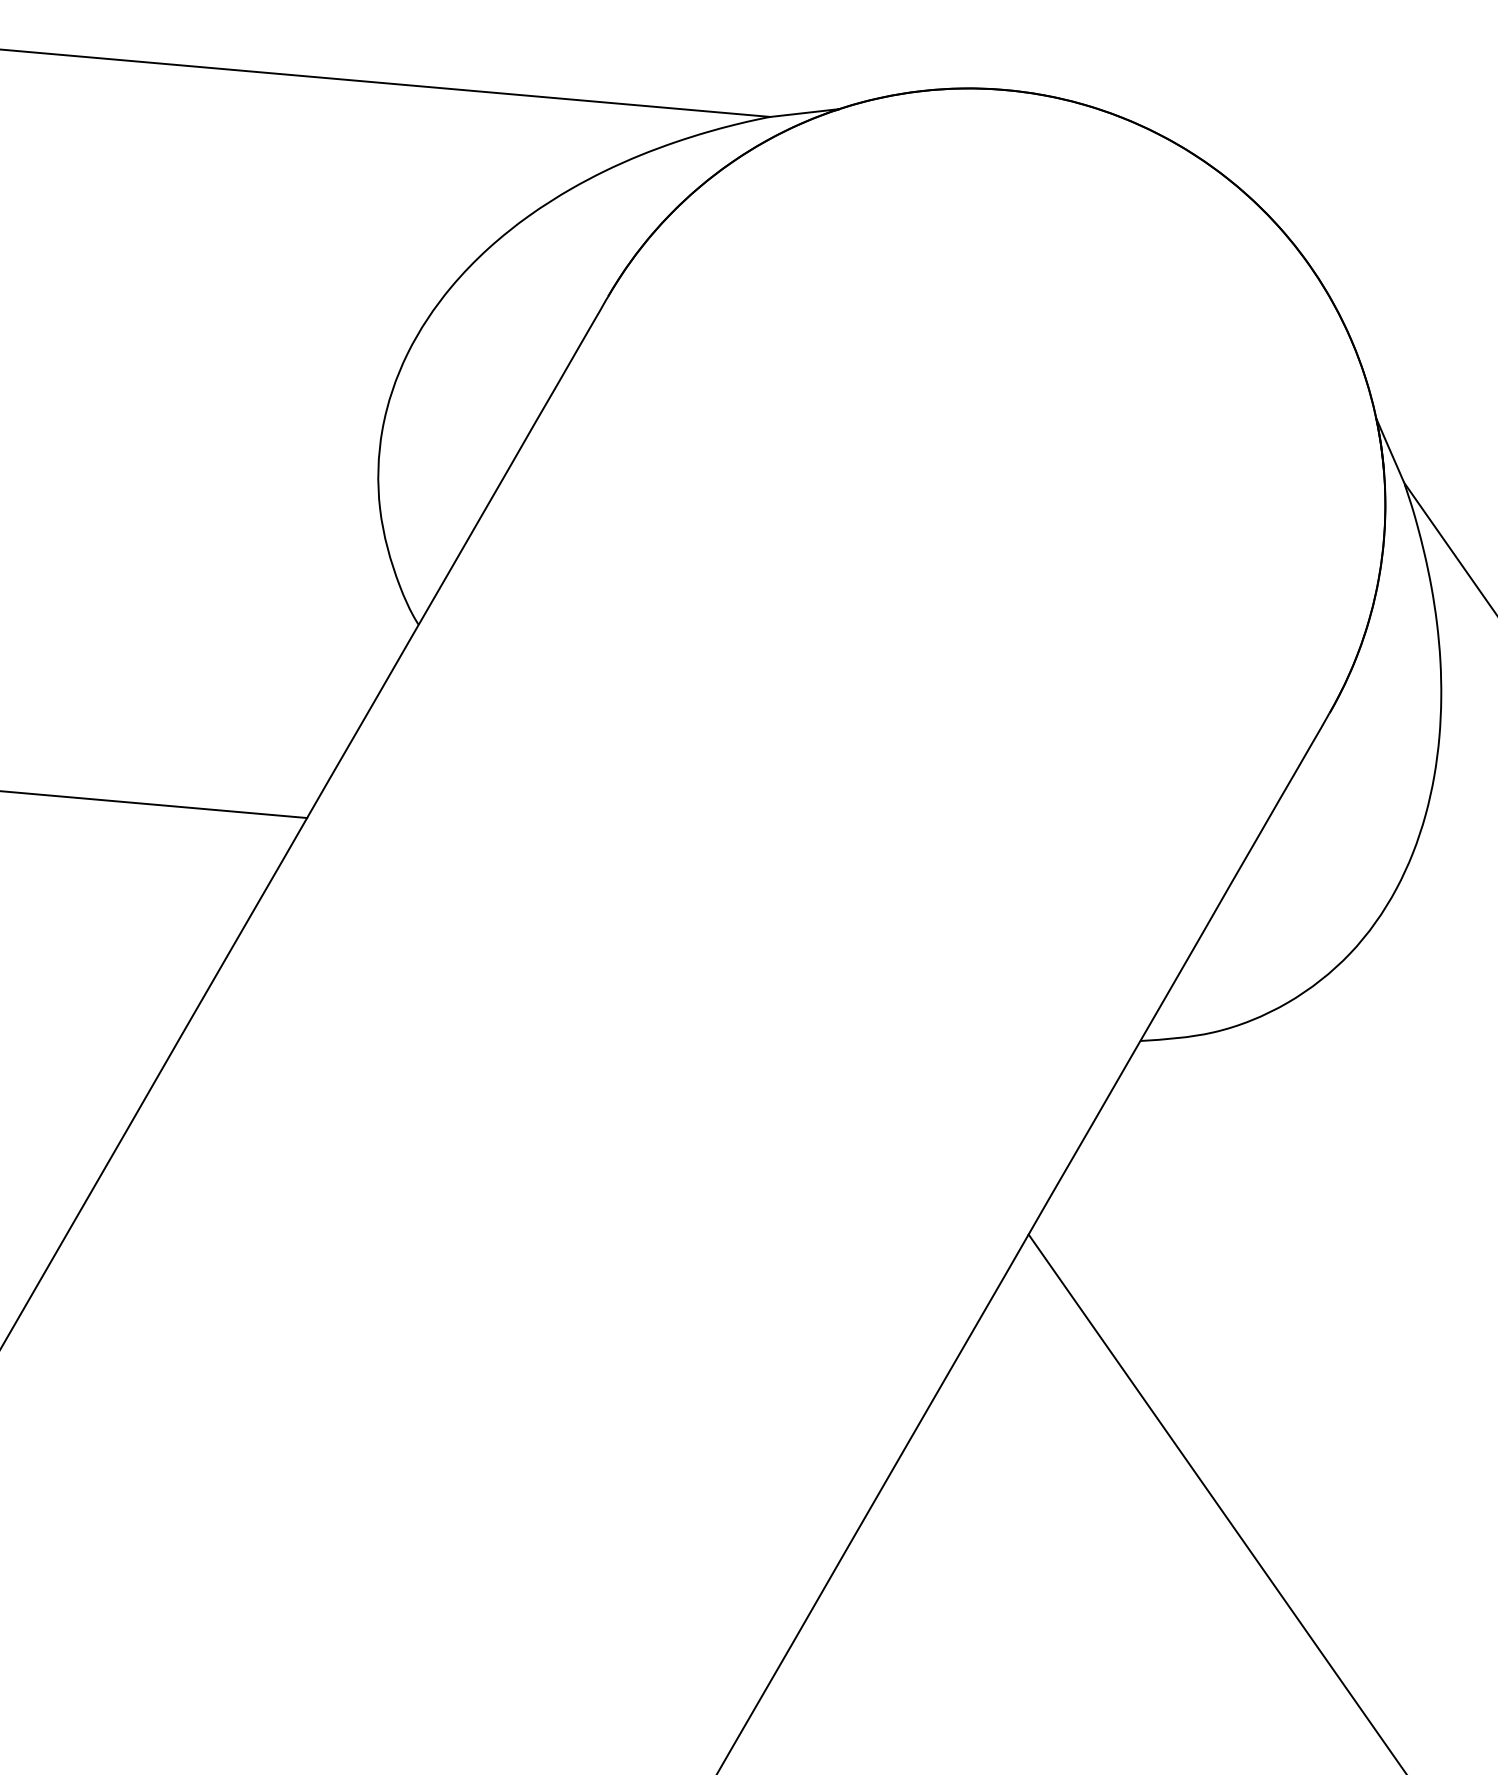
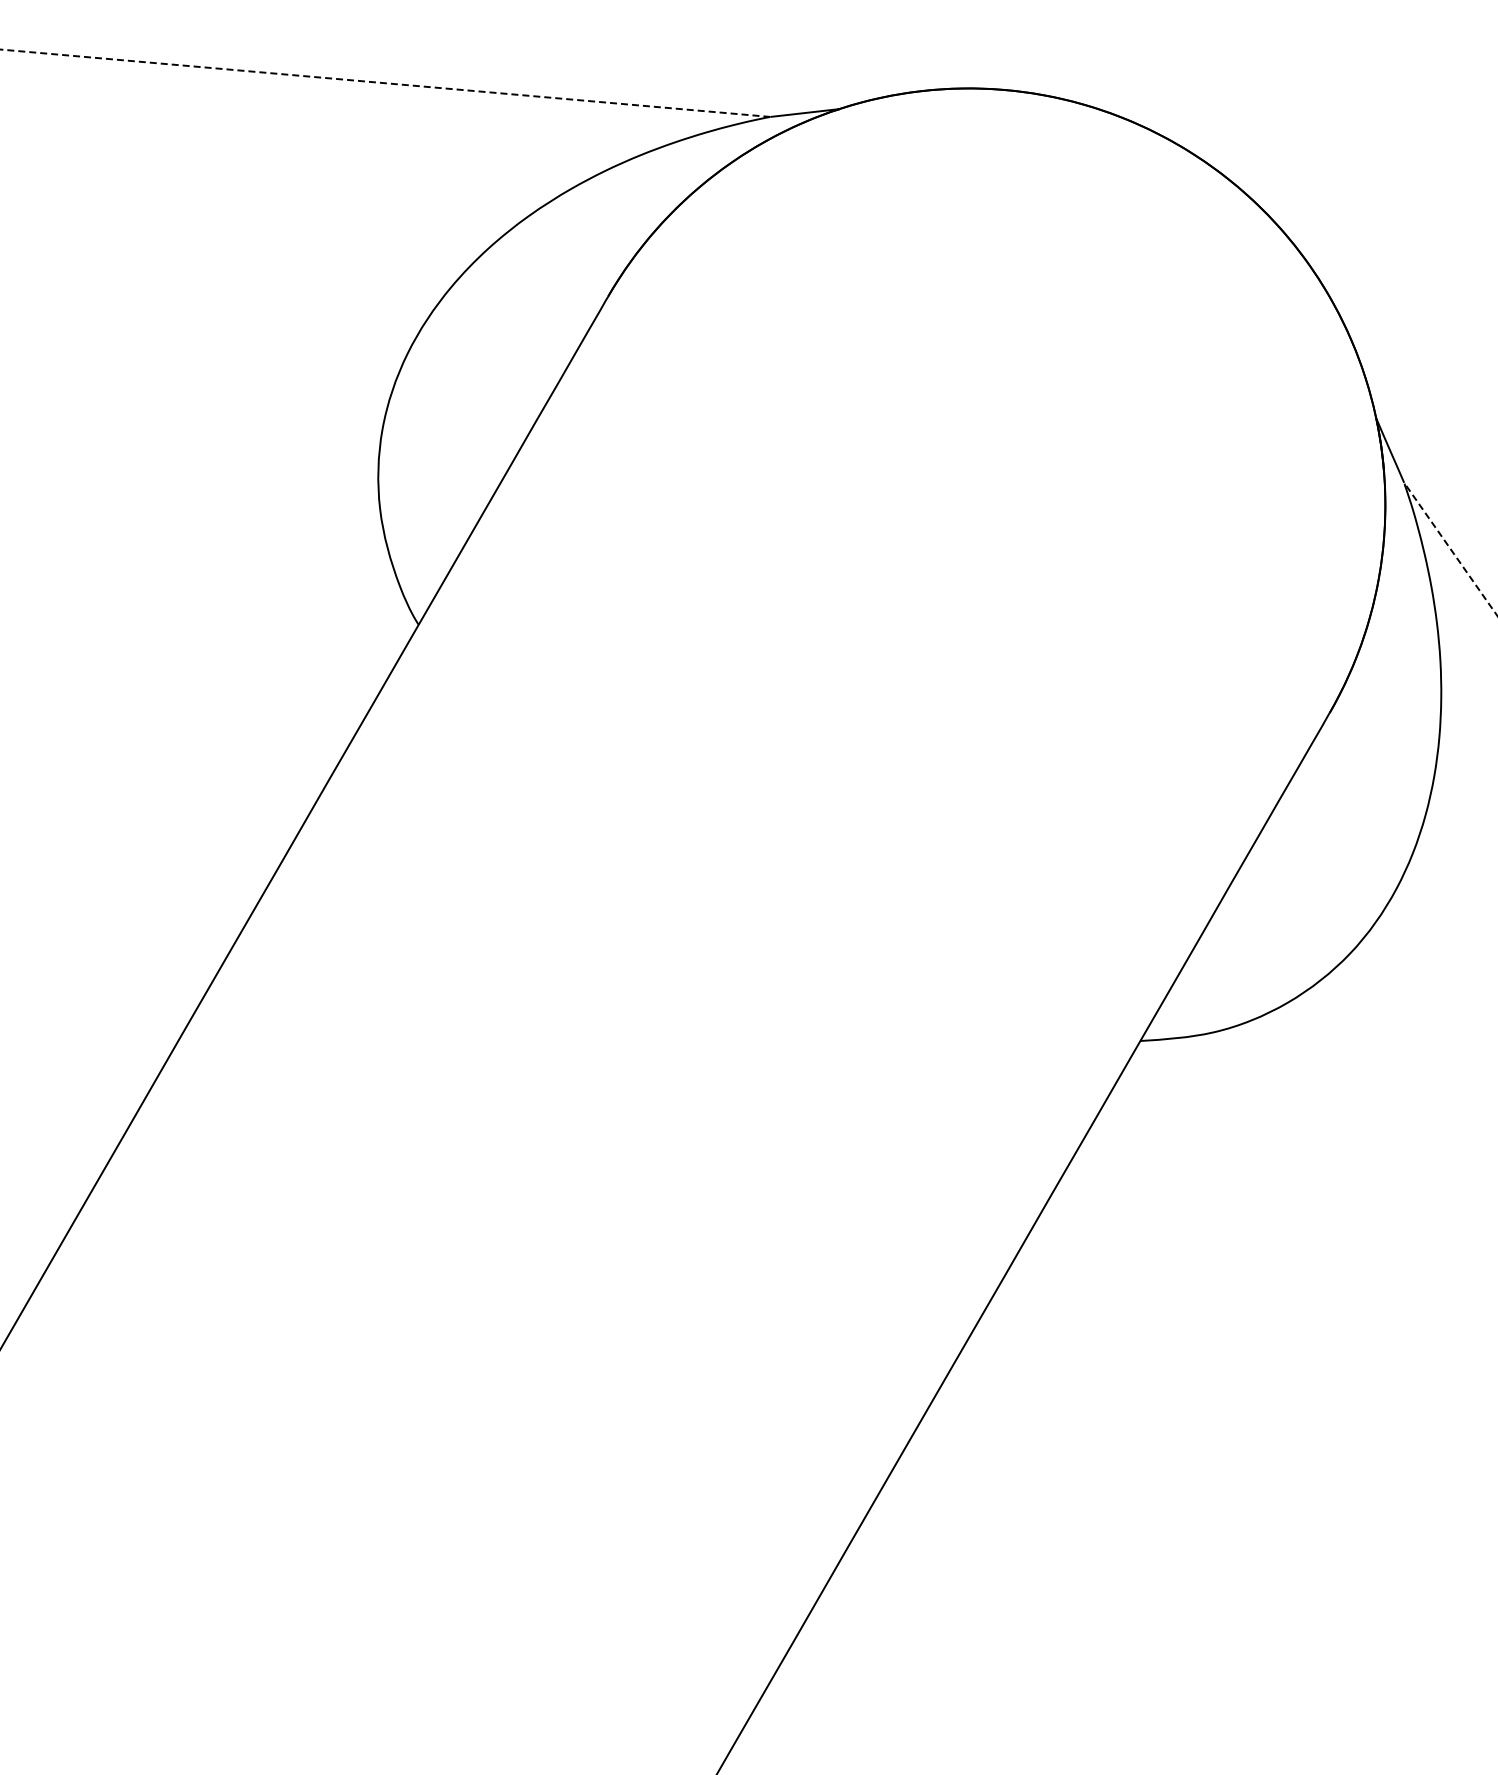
line at (384, 83): solid -> dashed
line at (1450, 549): solid -> dashed
line at (154, 804): present -> none
line at (1216, 1502): present -> none
